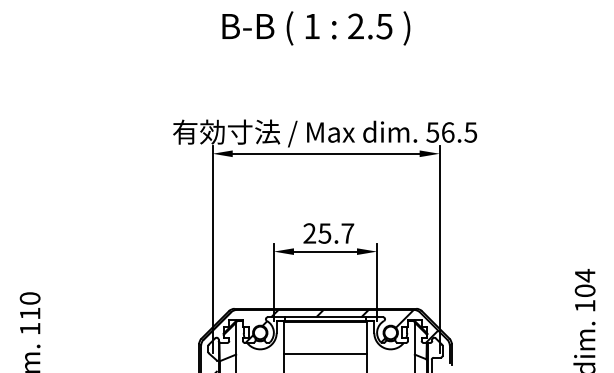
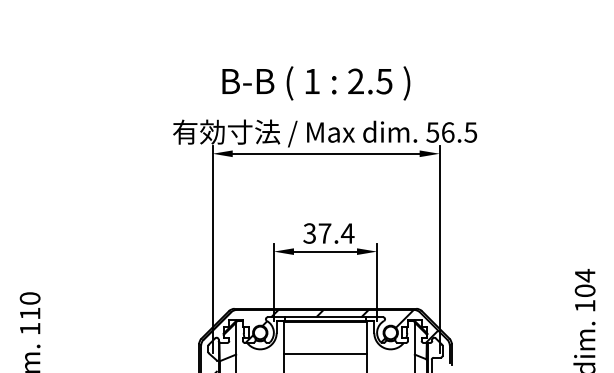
text at (316, 28) position: (316, 28) -> (316, 83)
text at (328, 233): 25.7 -> 37.4
